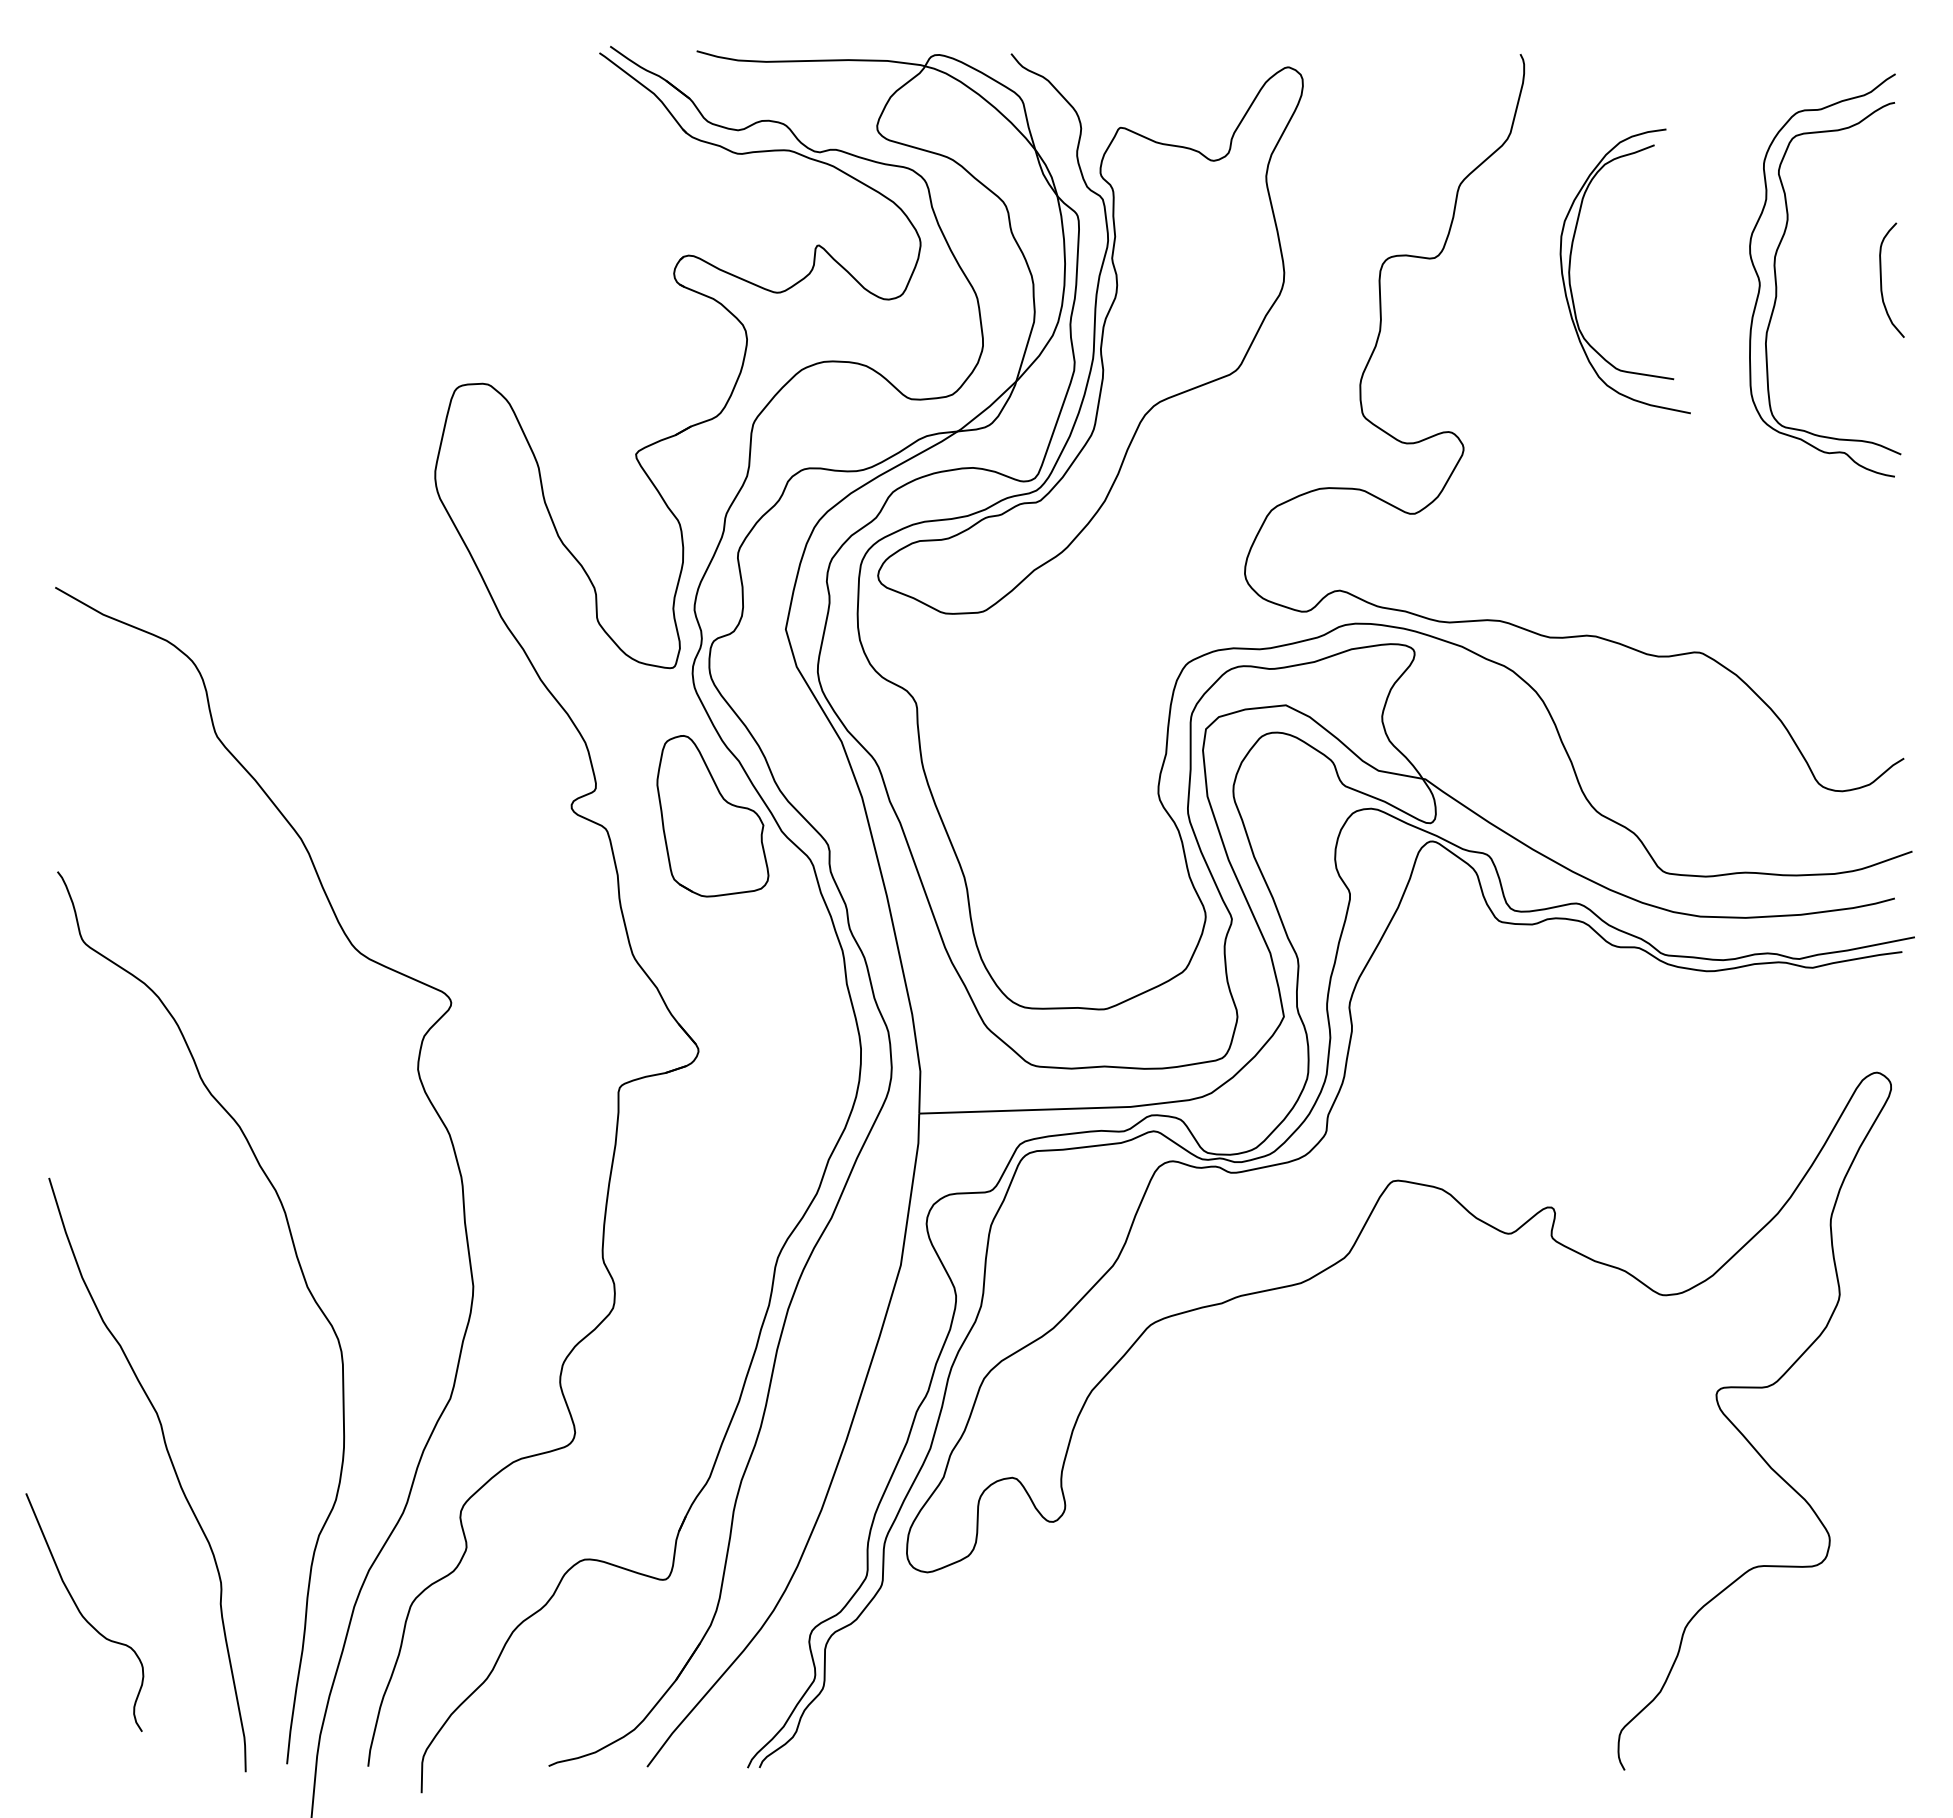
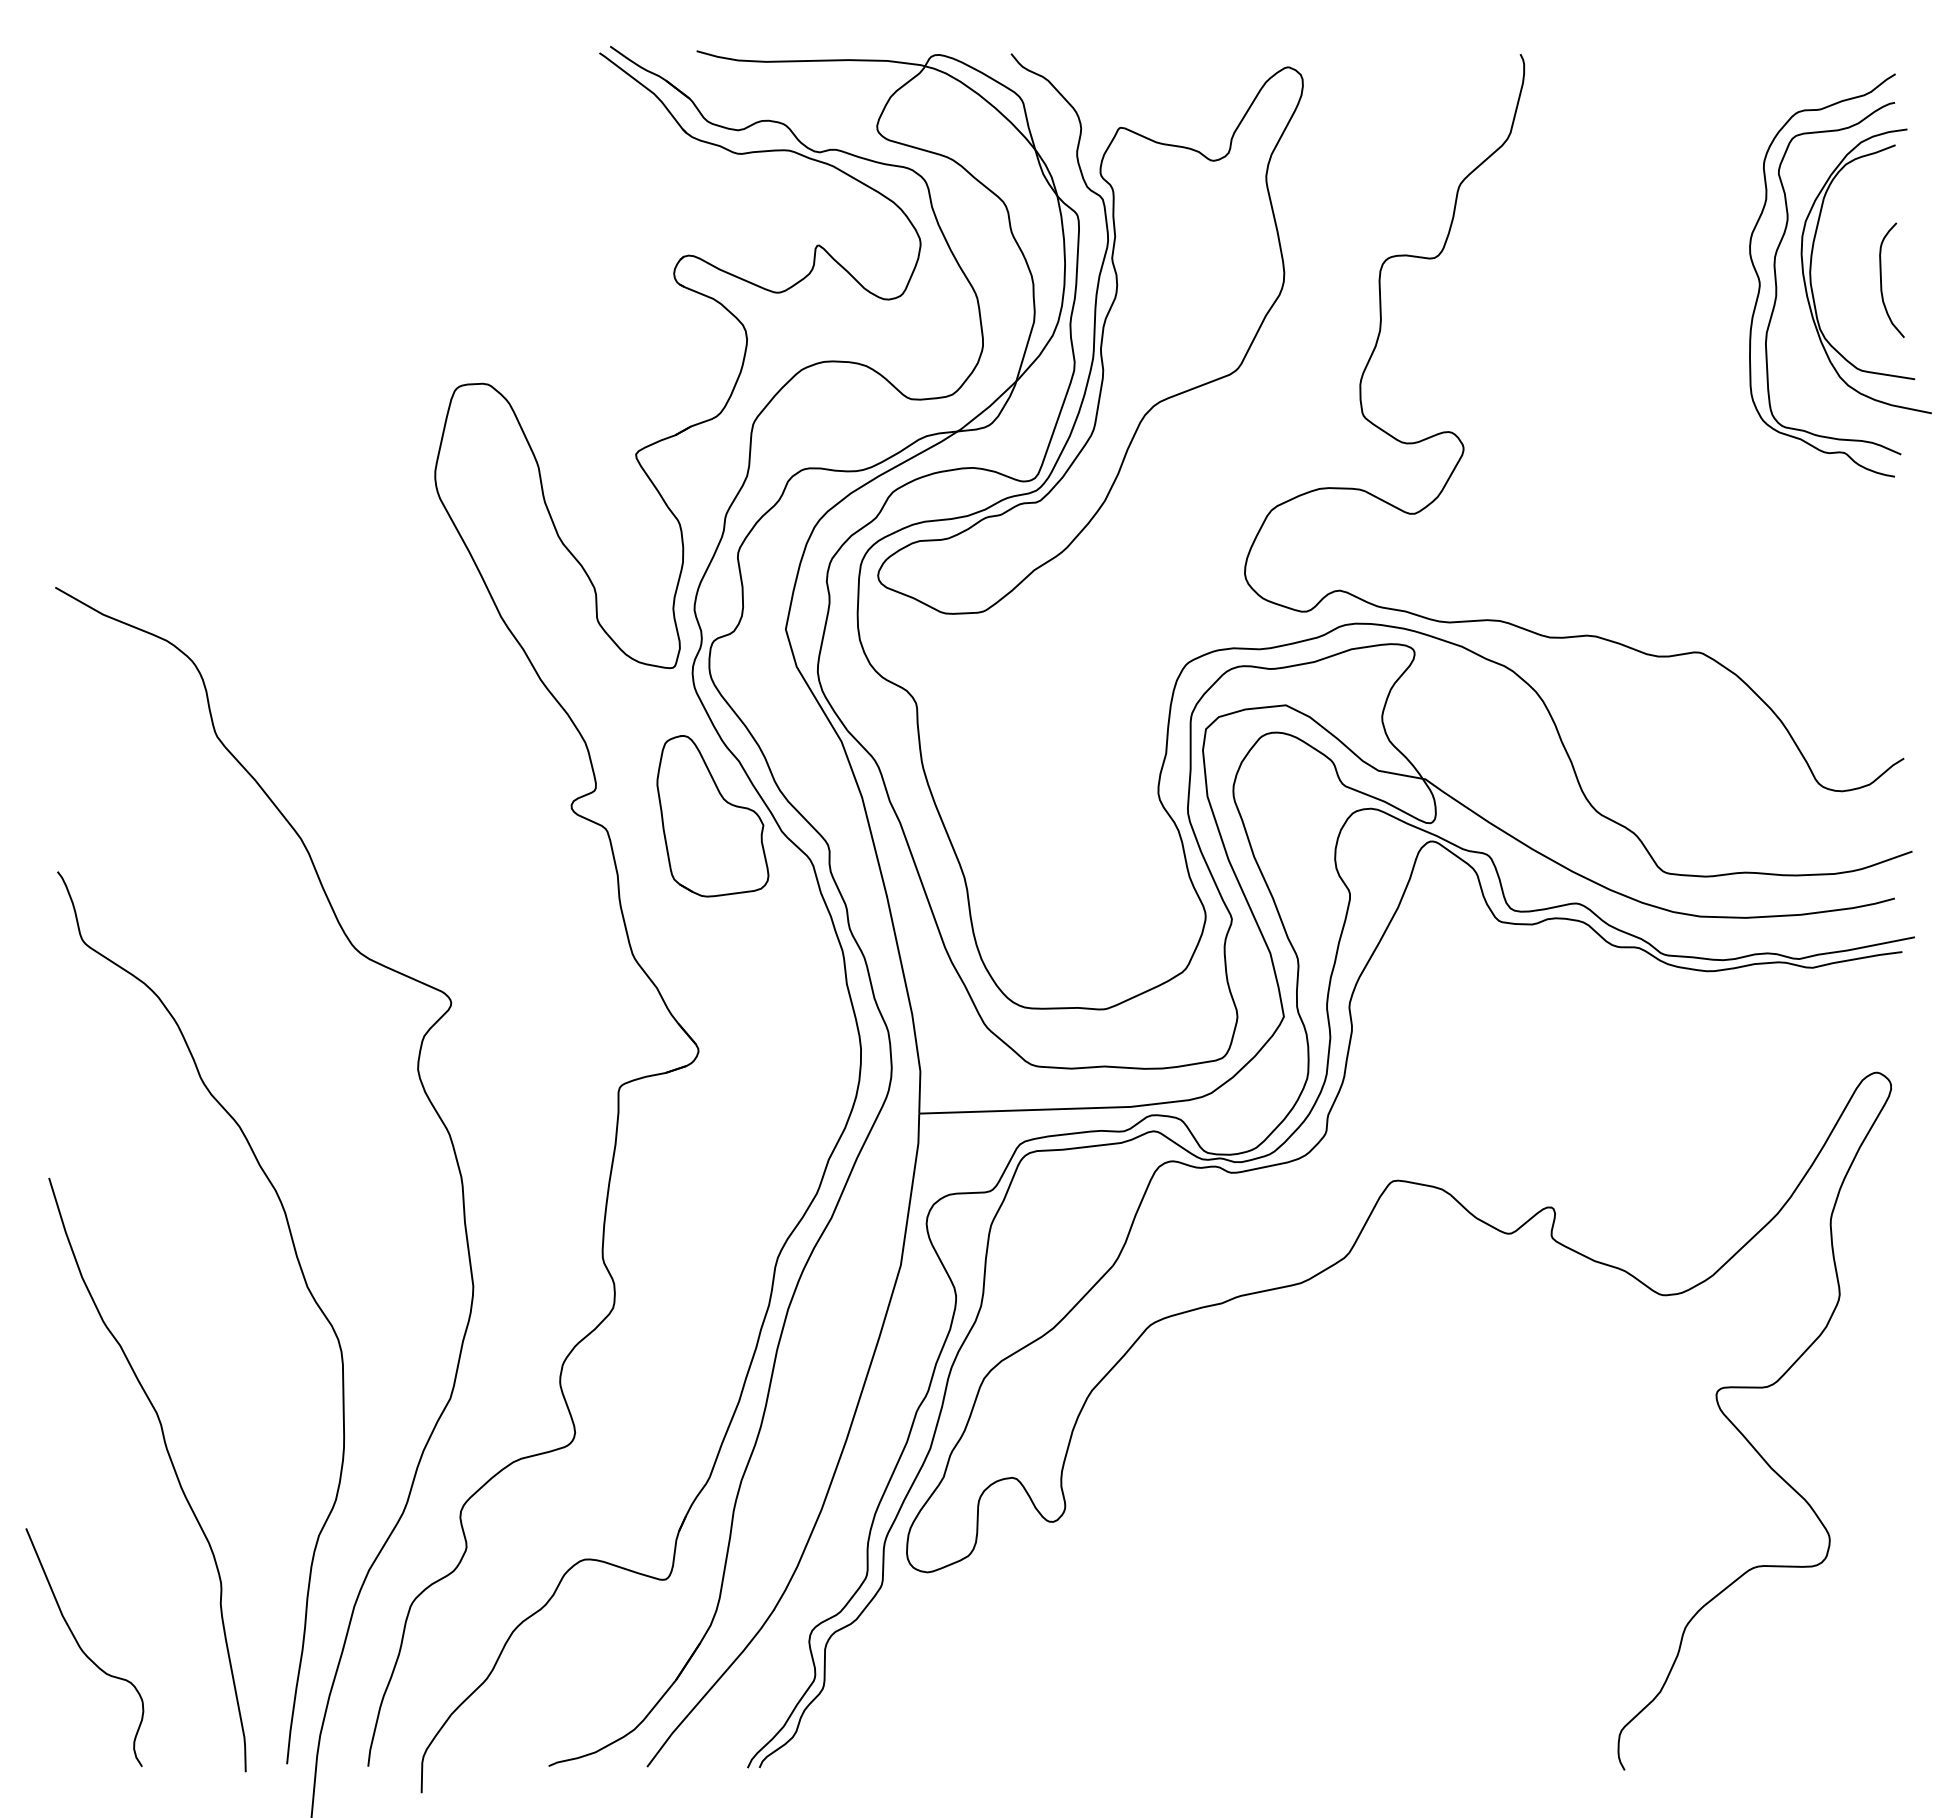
part at (1570, 271) position: (1570, 271) -> (1811, 271)
curve at (82, 1614) position: (82, 1614) -> (82, 1649)
